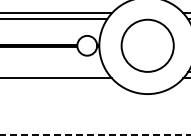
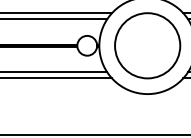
circle at (147, 45) size: 55x55 px -> 68x68 px
line at (54, 72): none -> present
line at (95, 135): dashed -> solid
